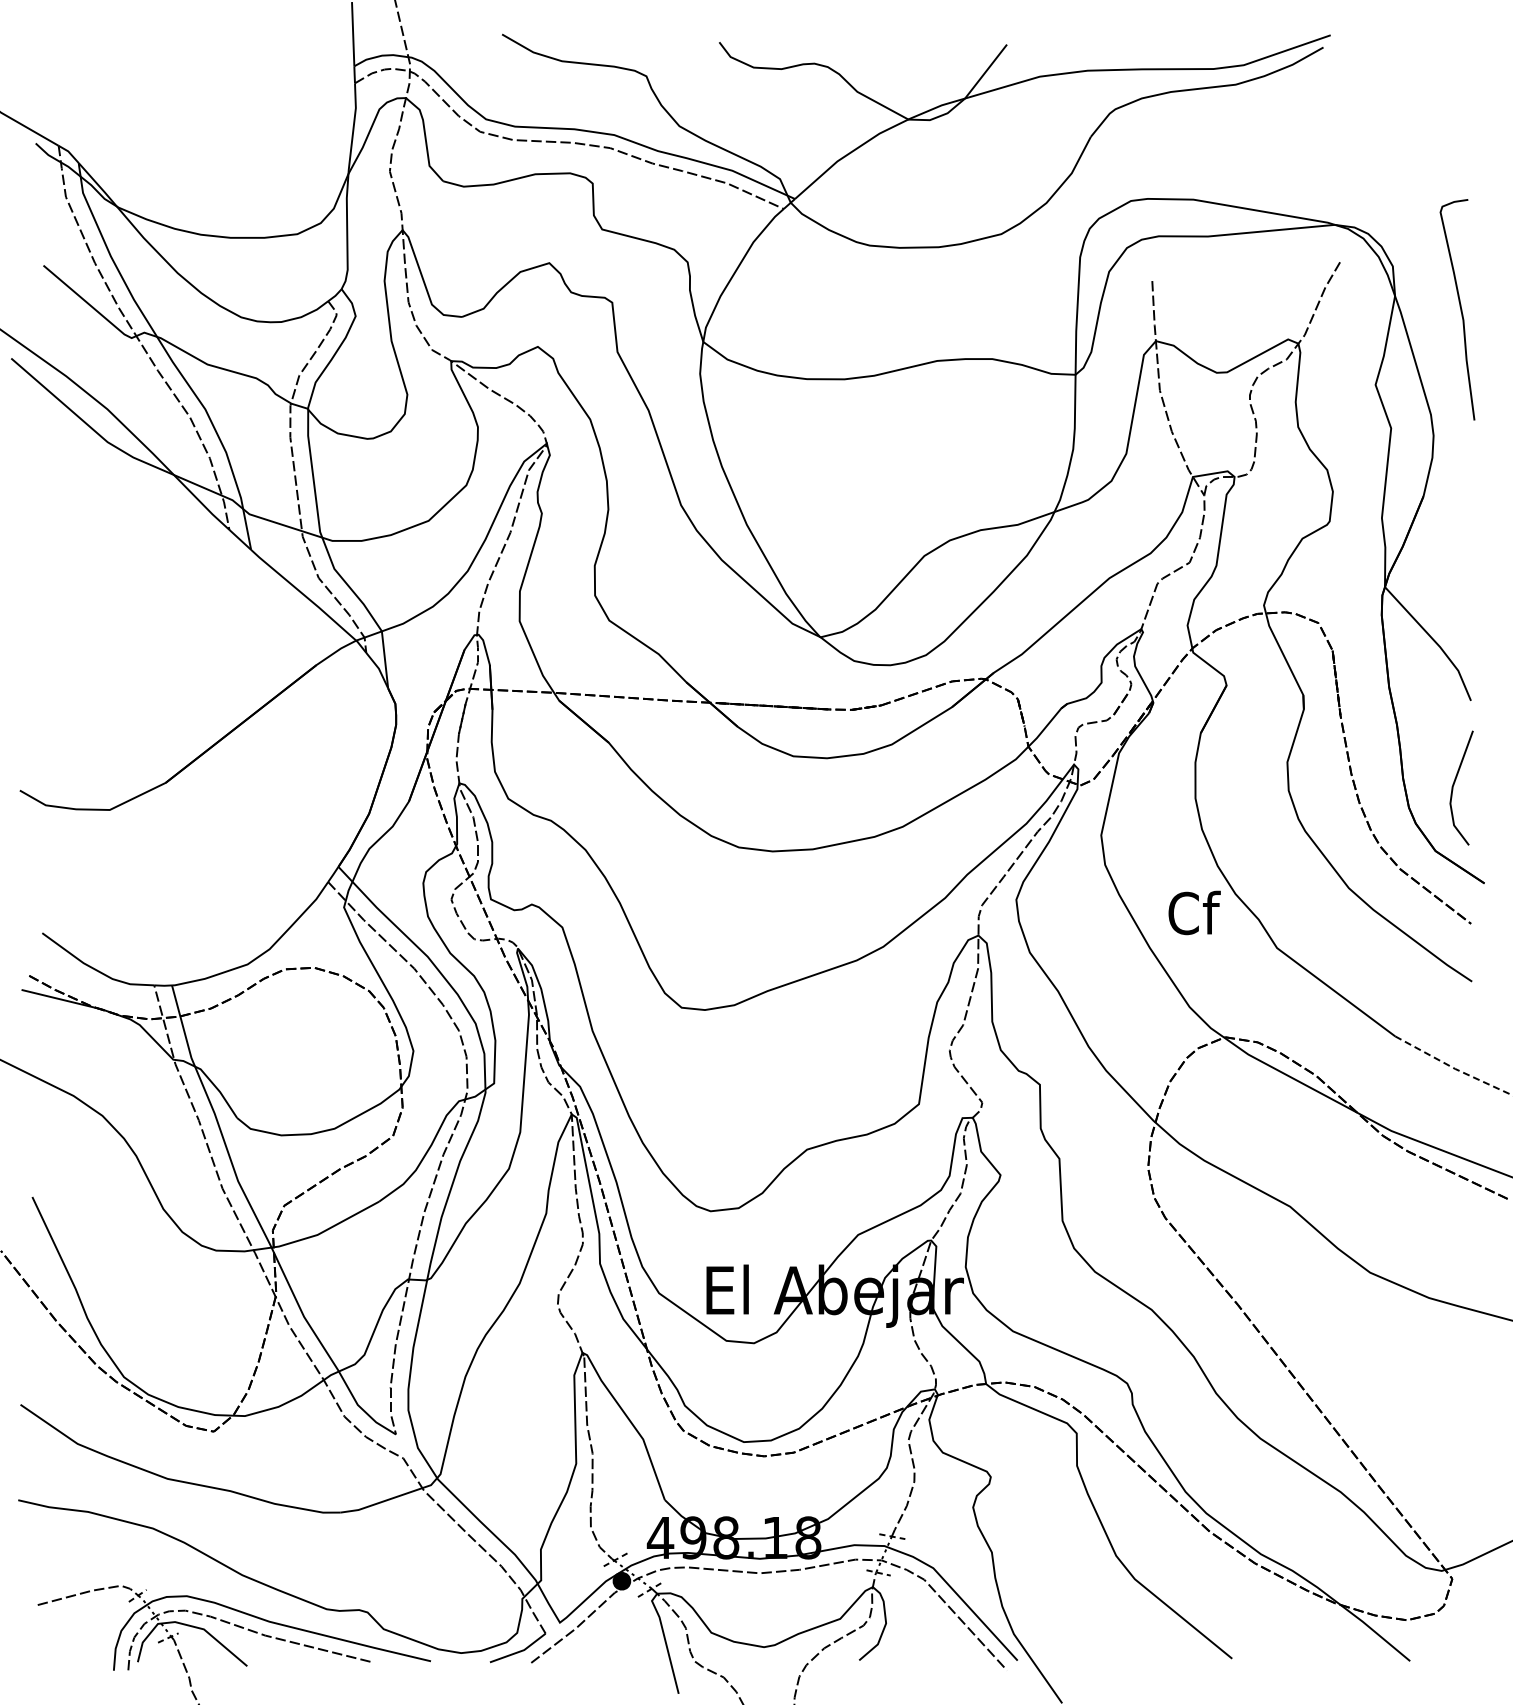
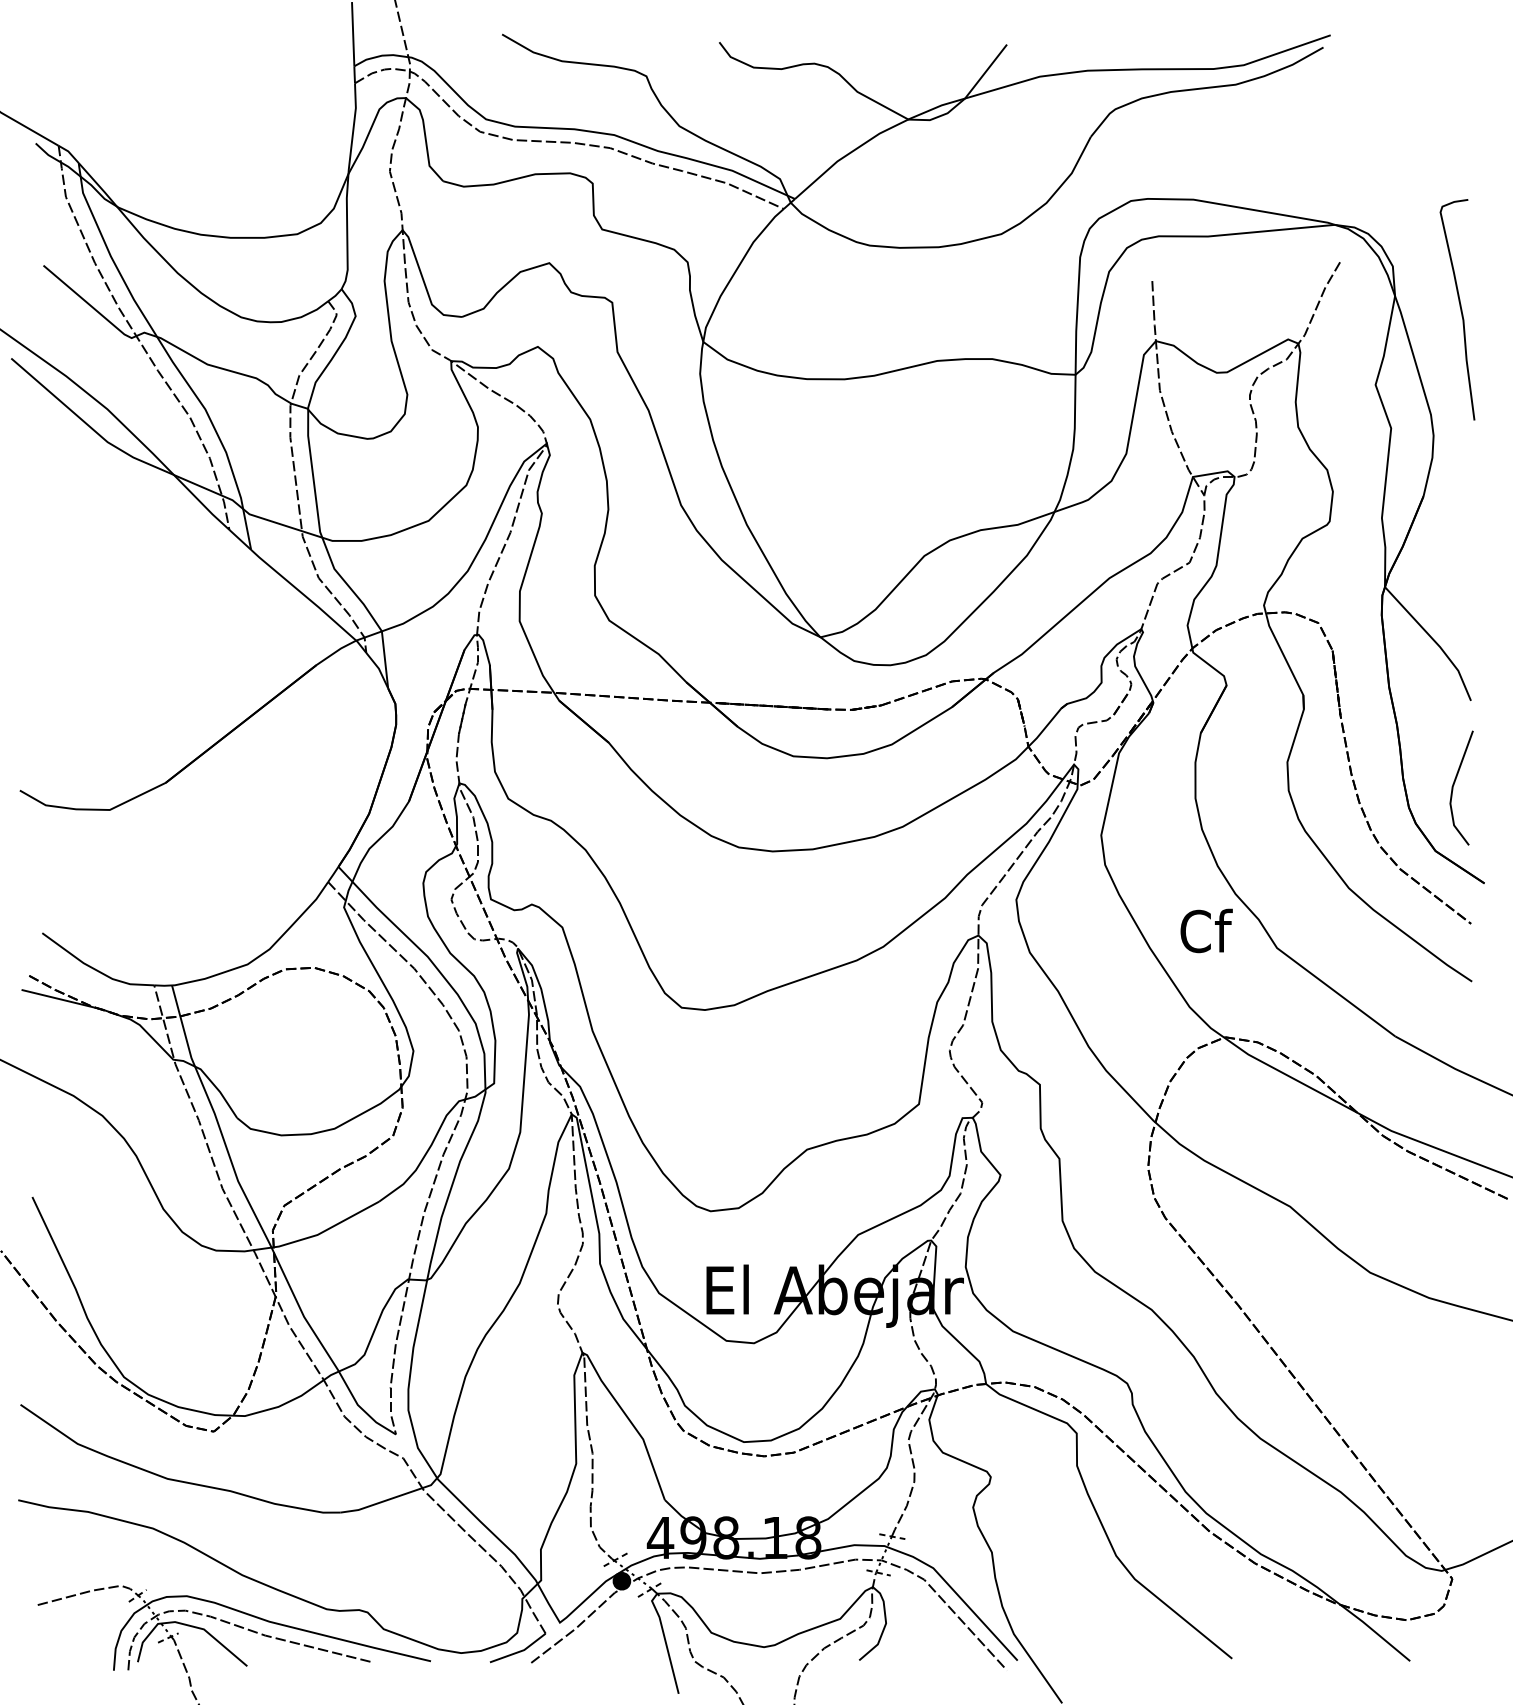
text at (1194, 912) position: (1194, 912) -> (1206, 930)
line at (1453, 1068): dashed -> solid
